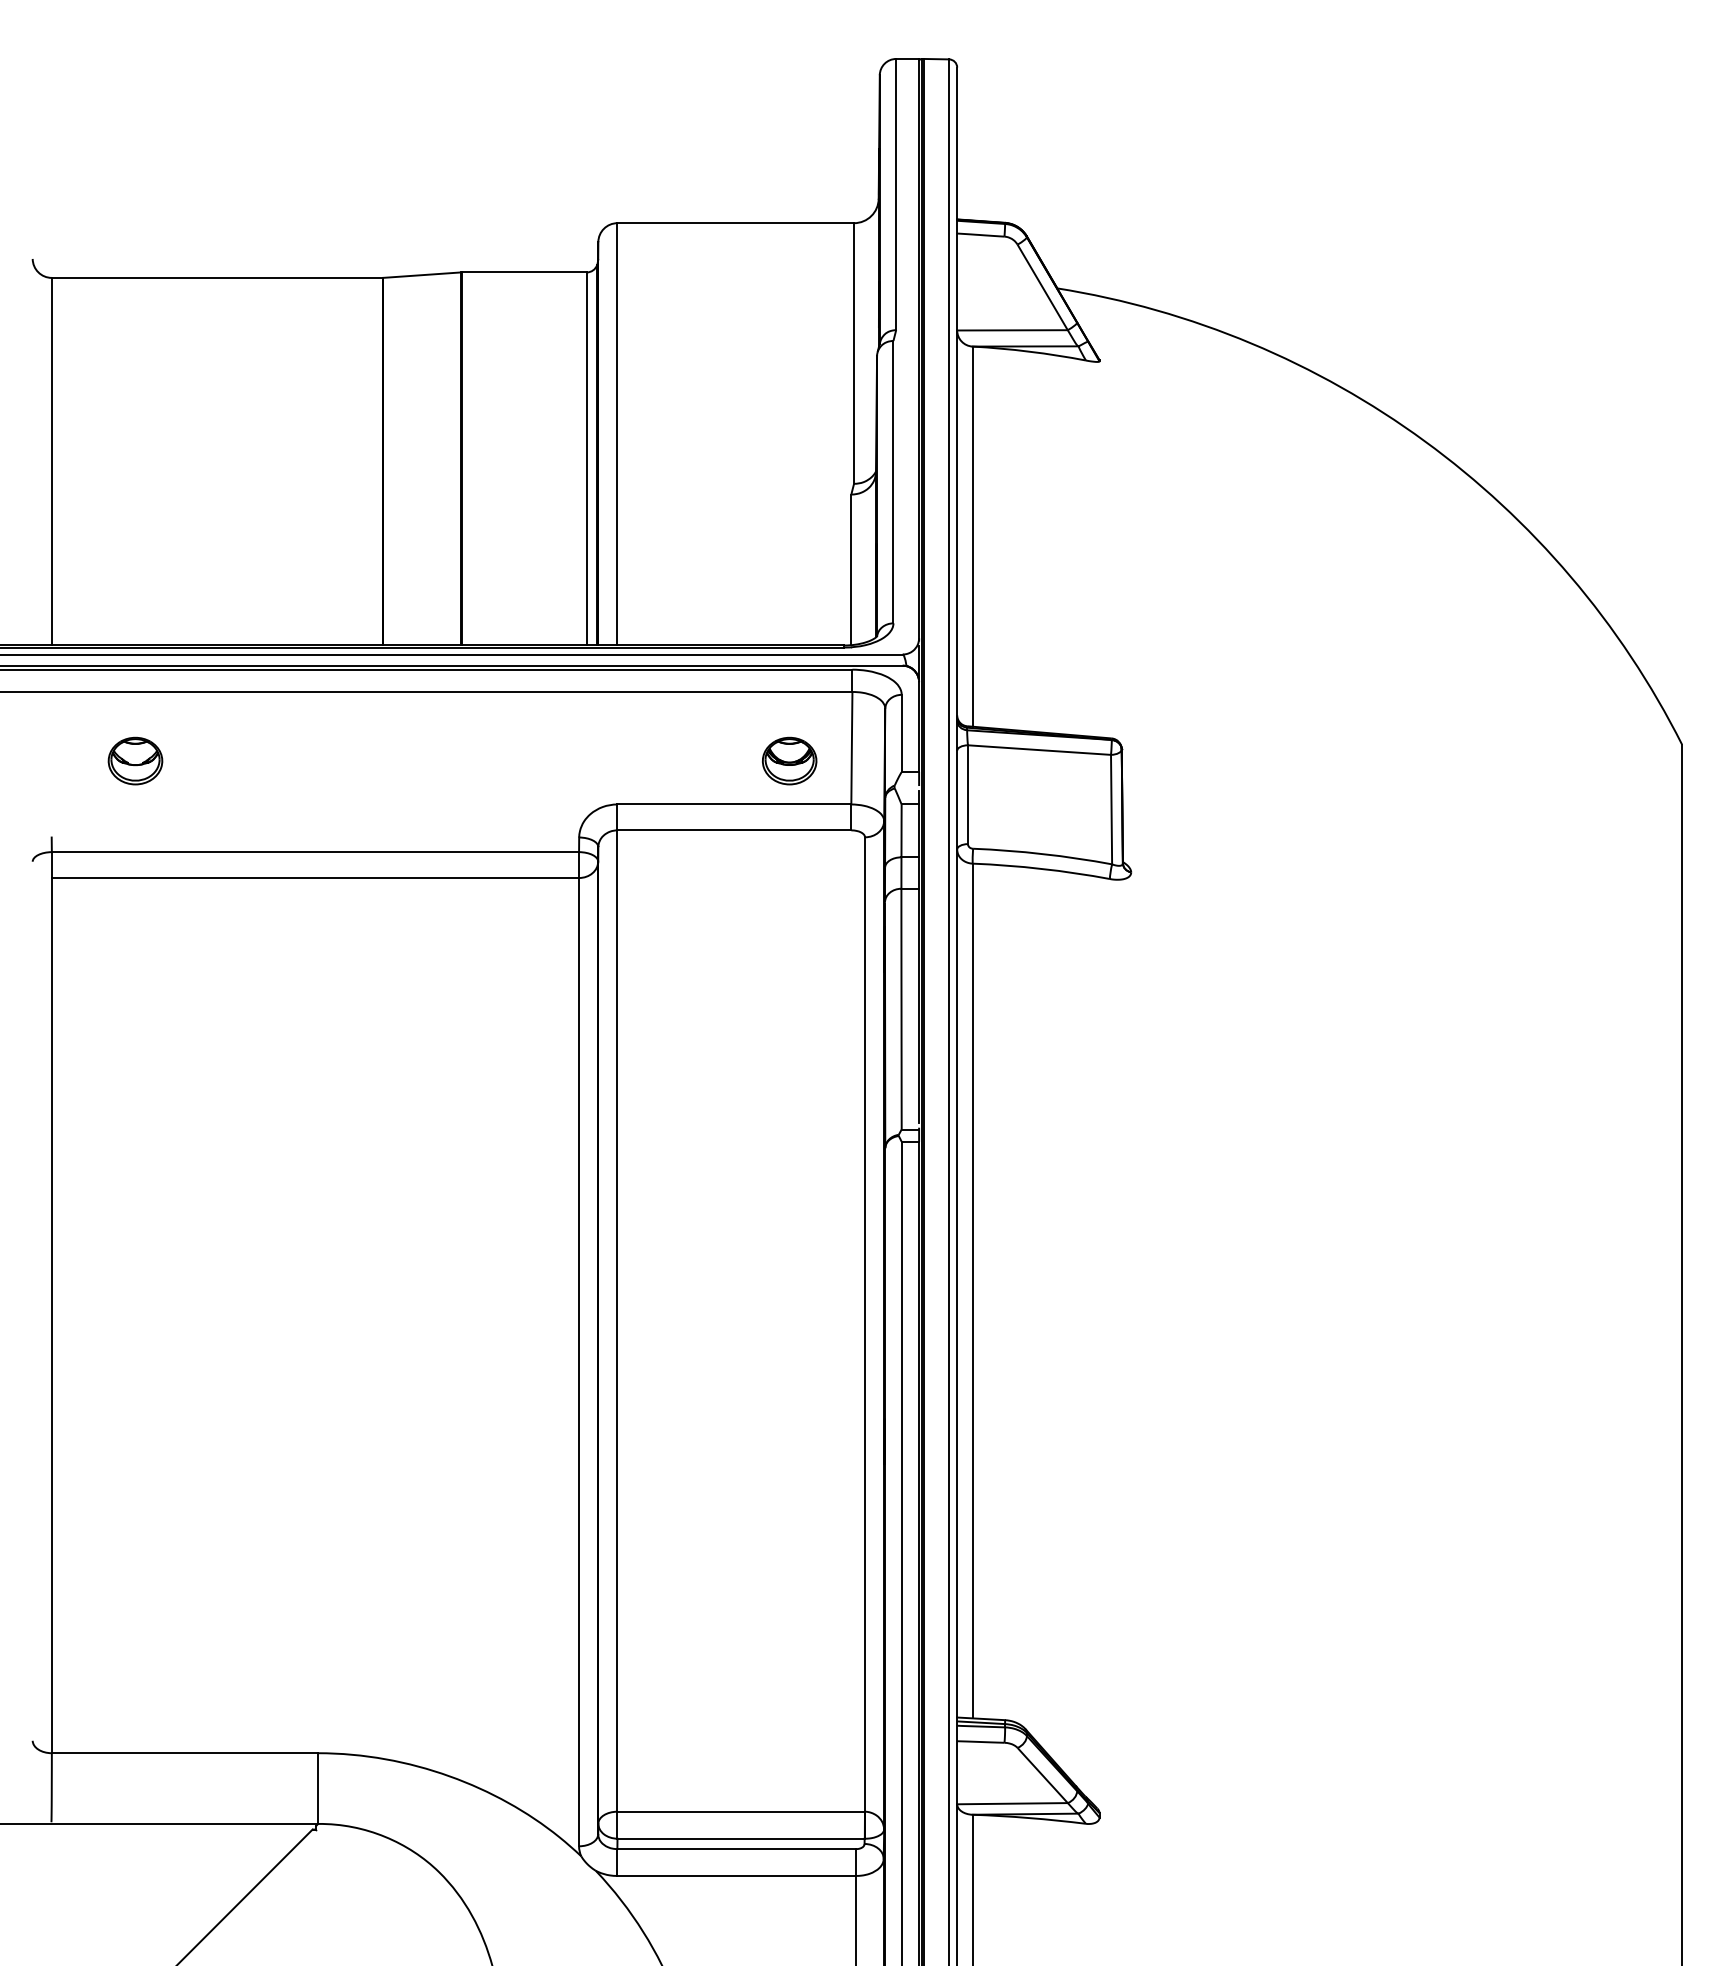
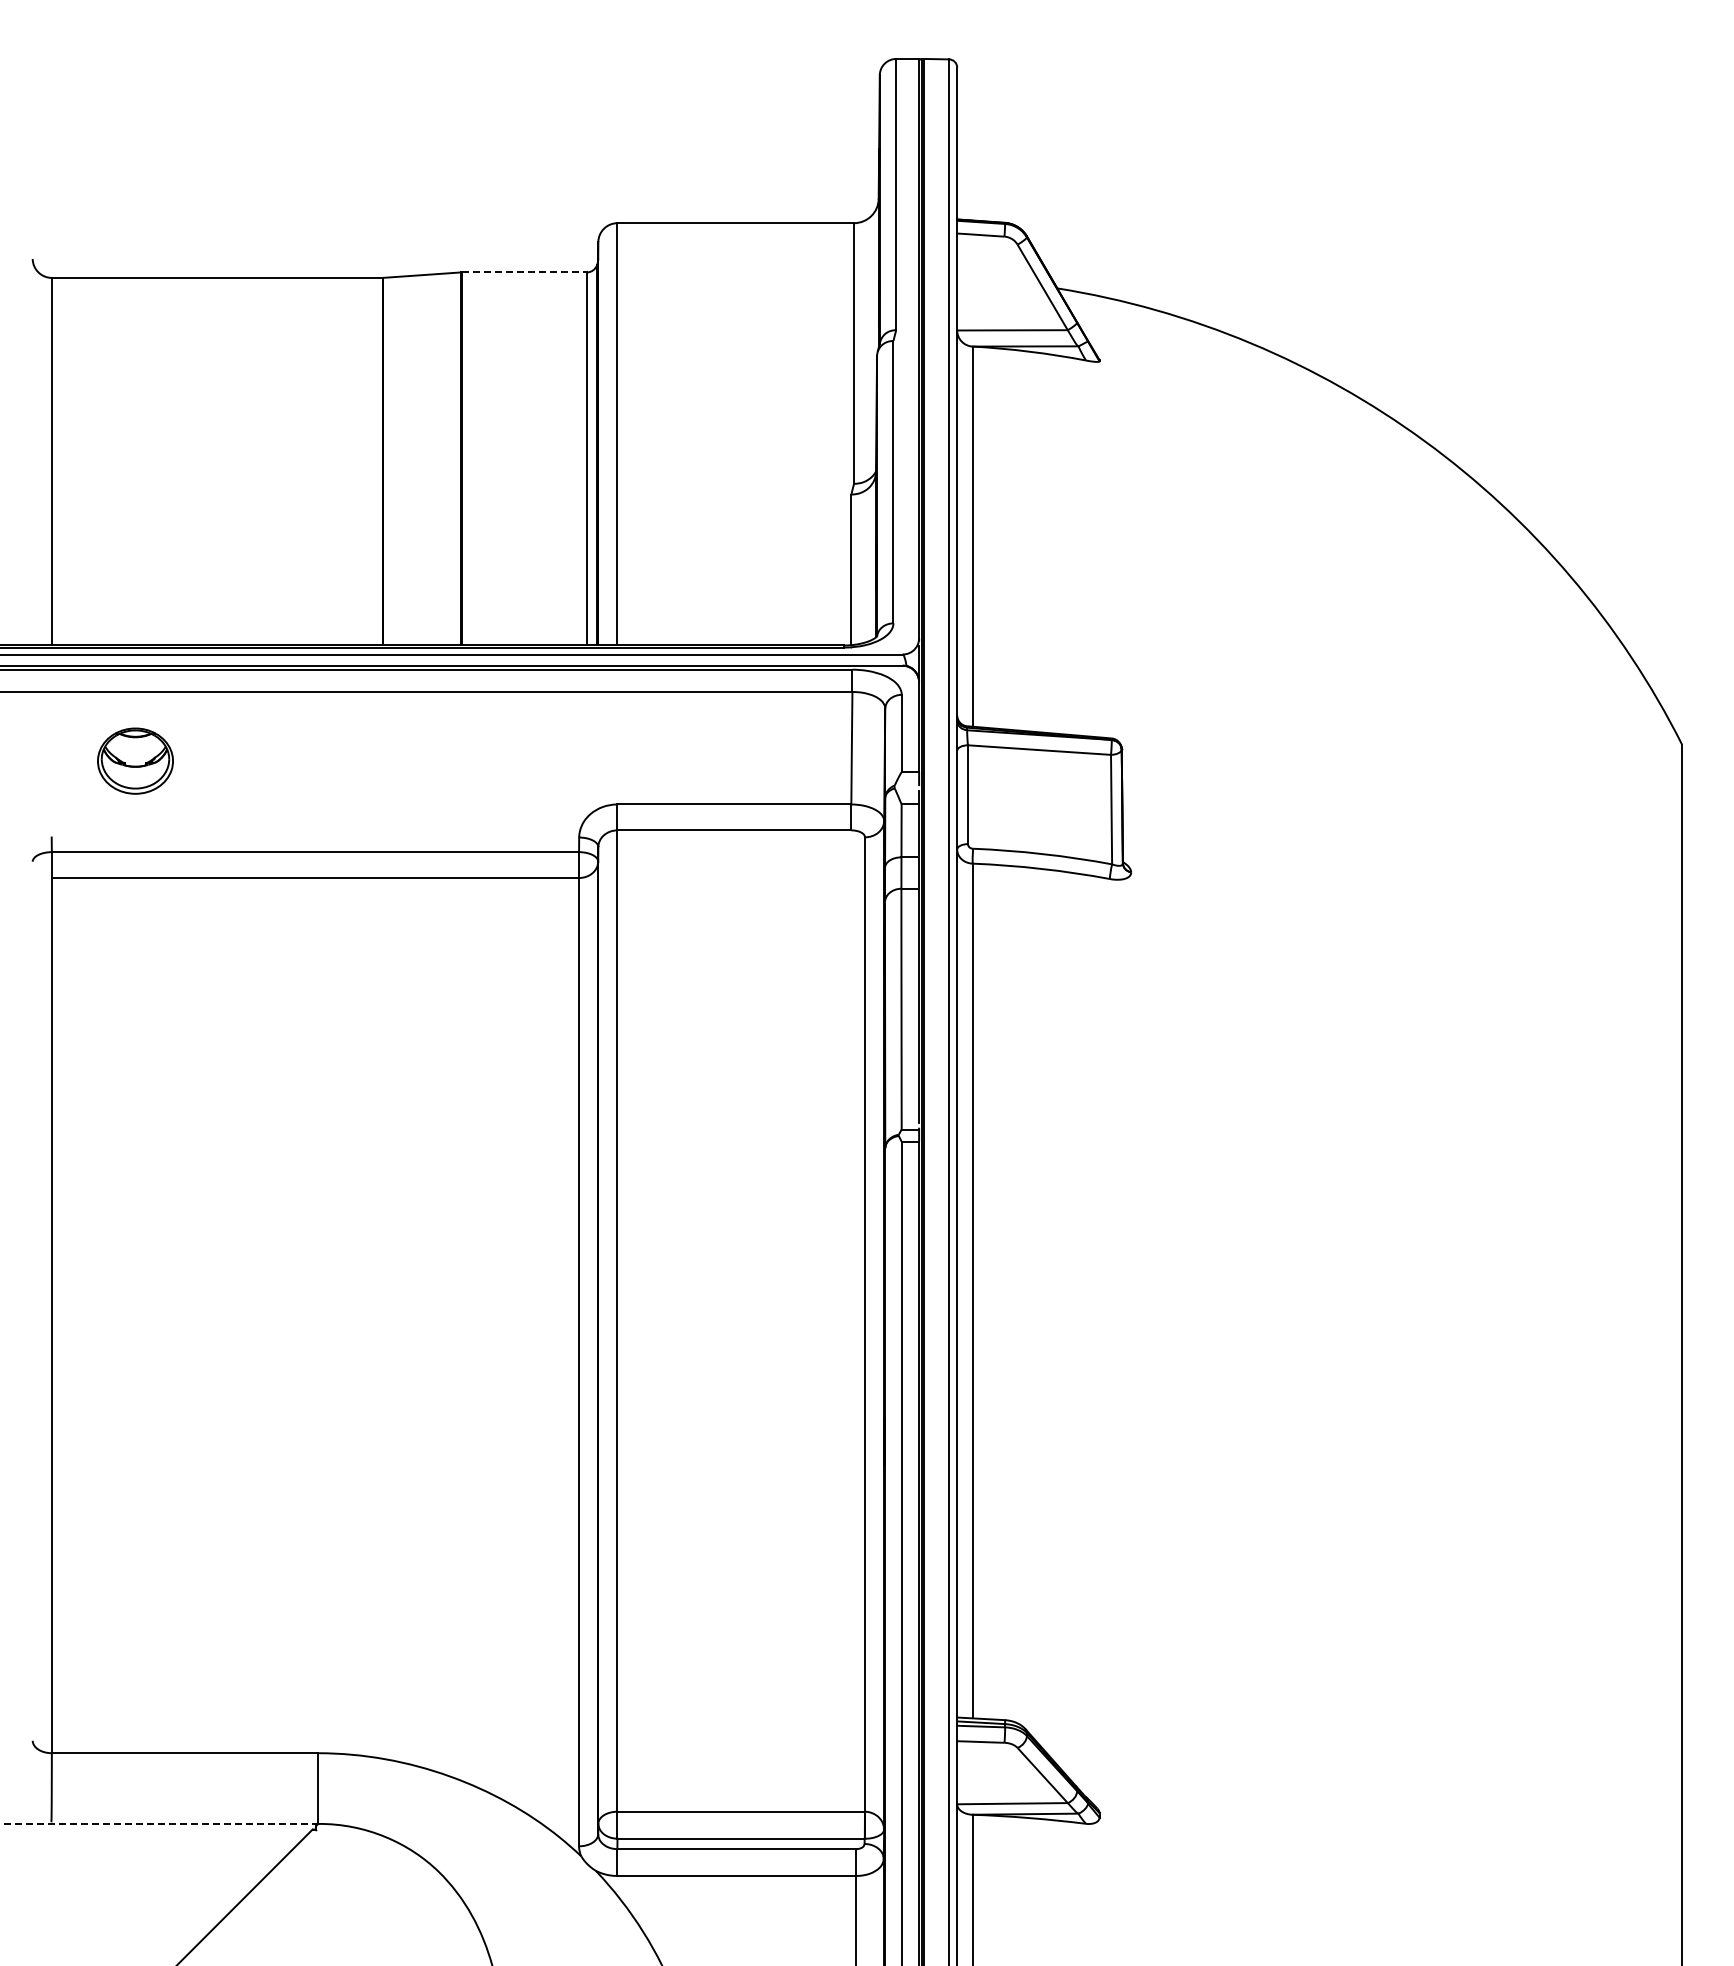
line at (524, 272): solid -> dashed
part at (135, 760) size: 57x50 px -> 77x68 px
part at (789, 760): present -> none
line at (159, 1823): solid -> dashed
